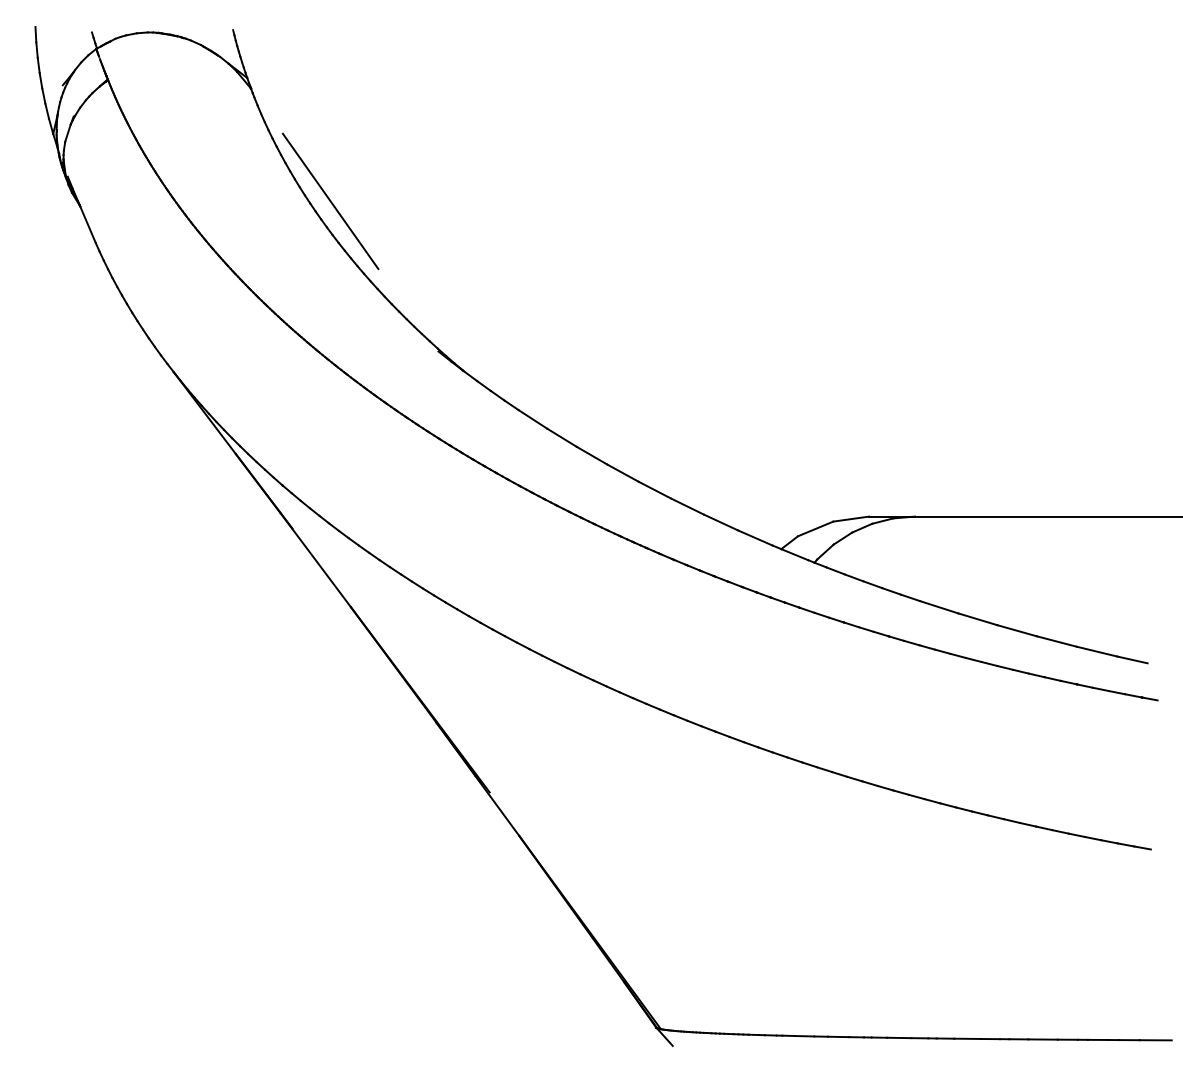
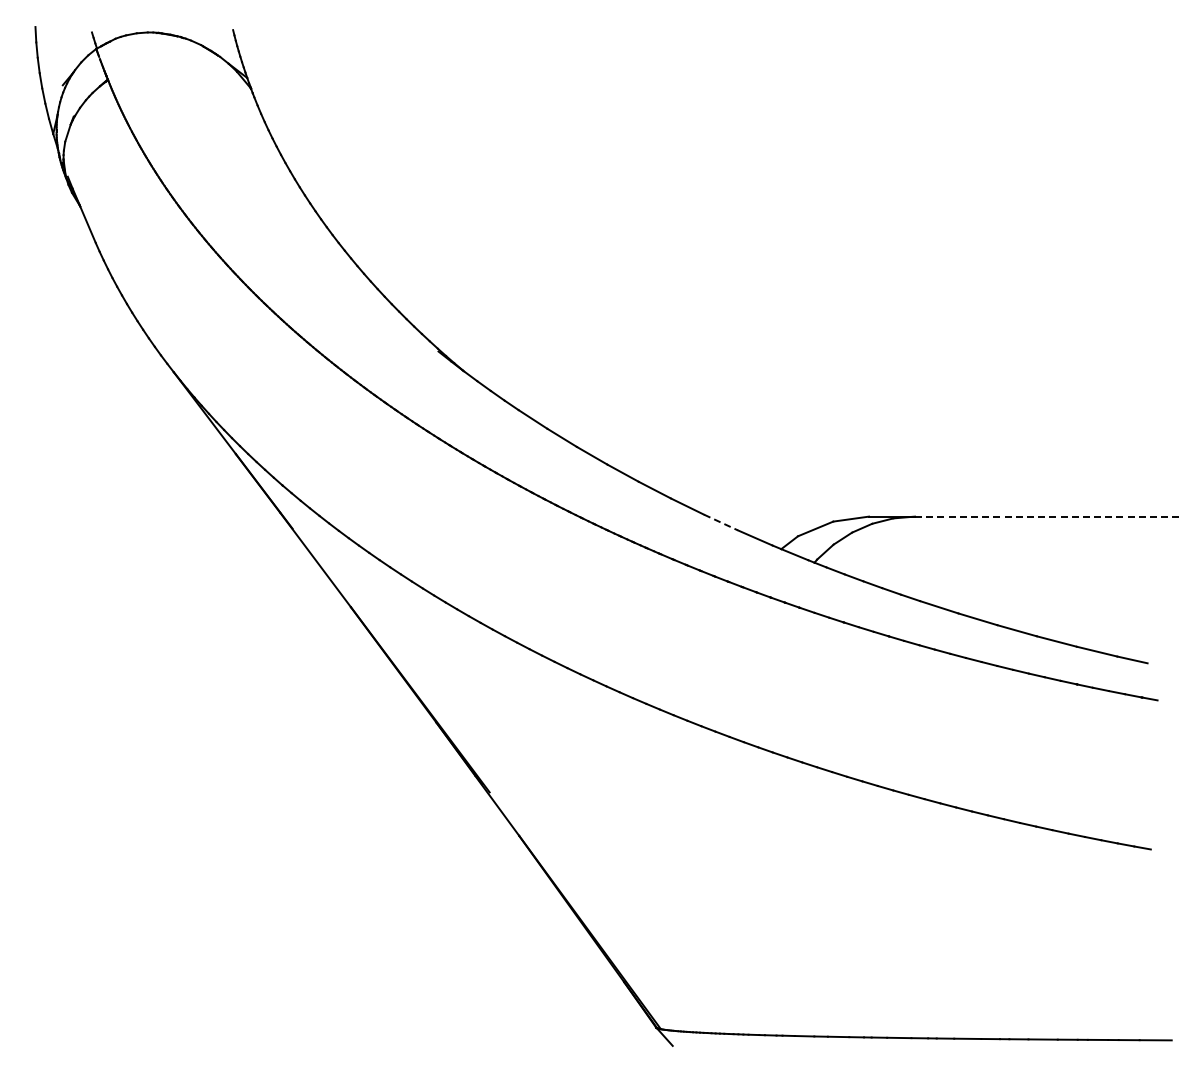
line at (330, 201): present -> none
line at (1048, 516): solid -> dashed
line at (720, 522): solid -> dashed
